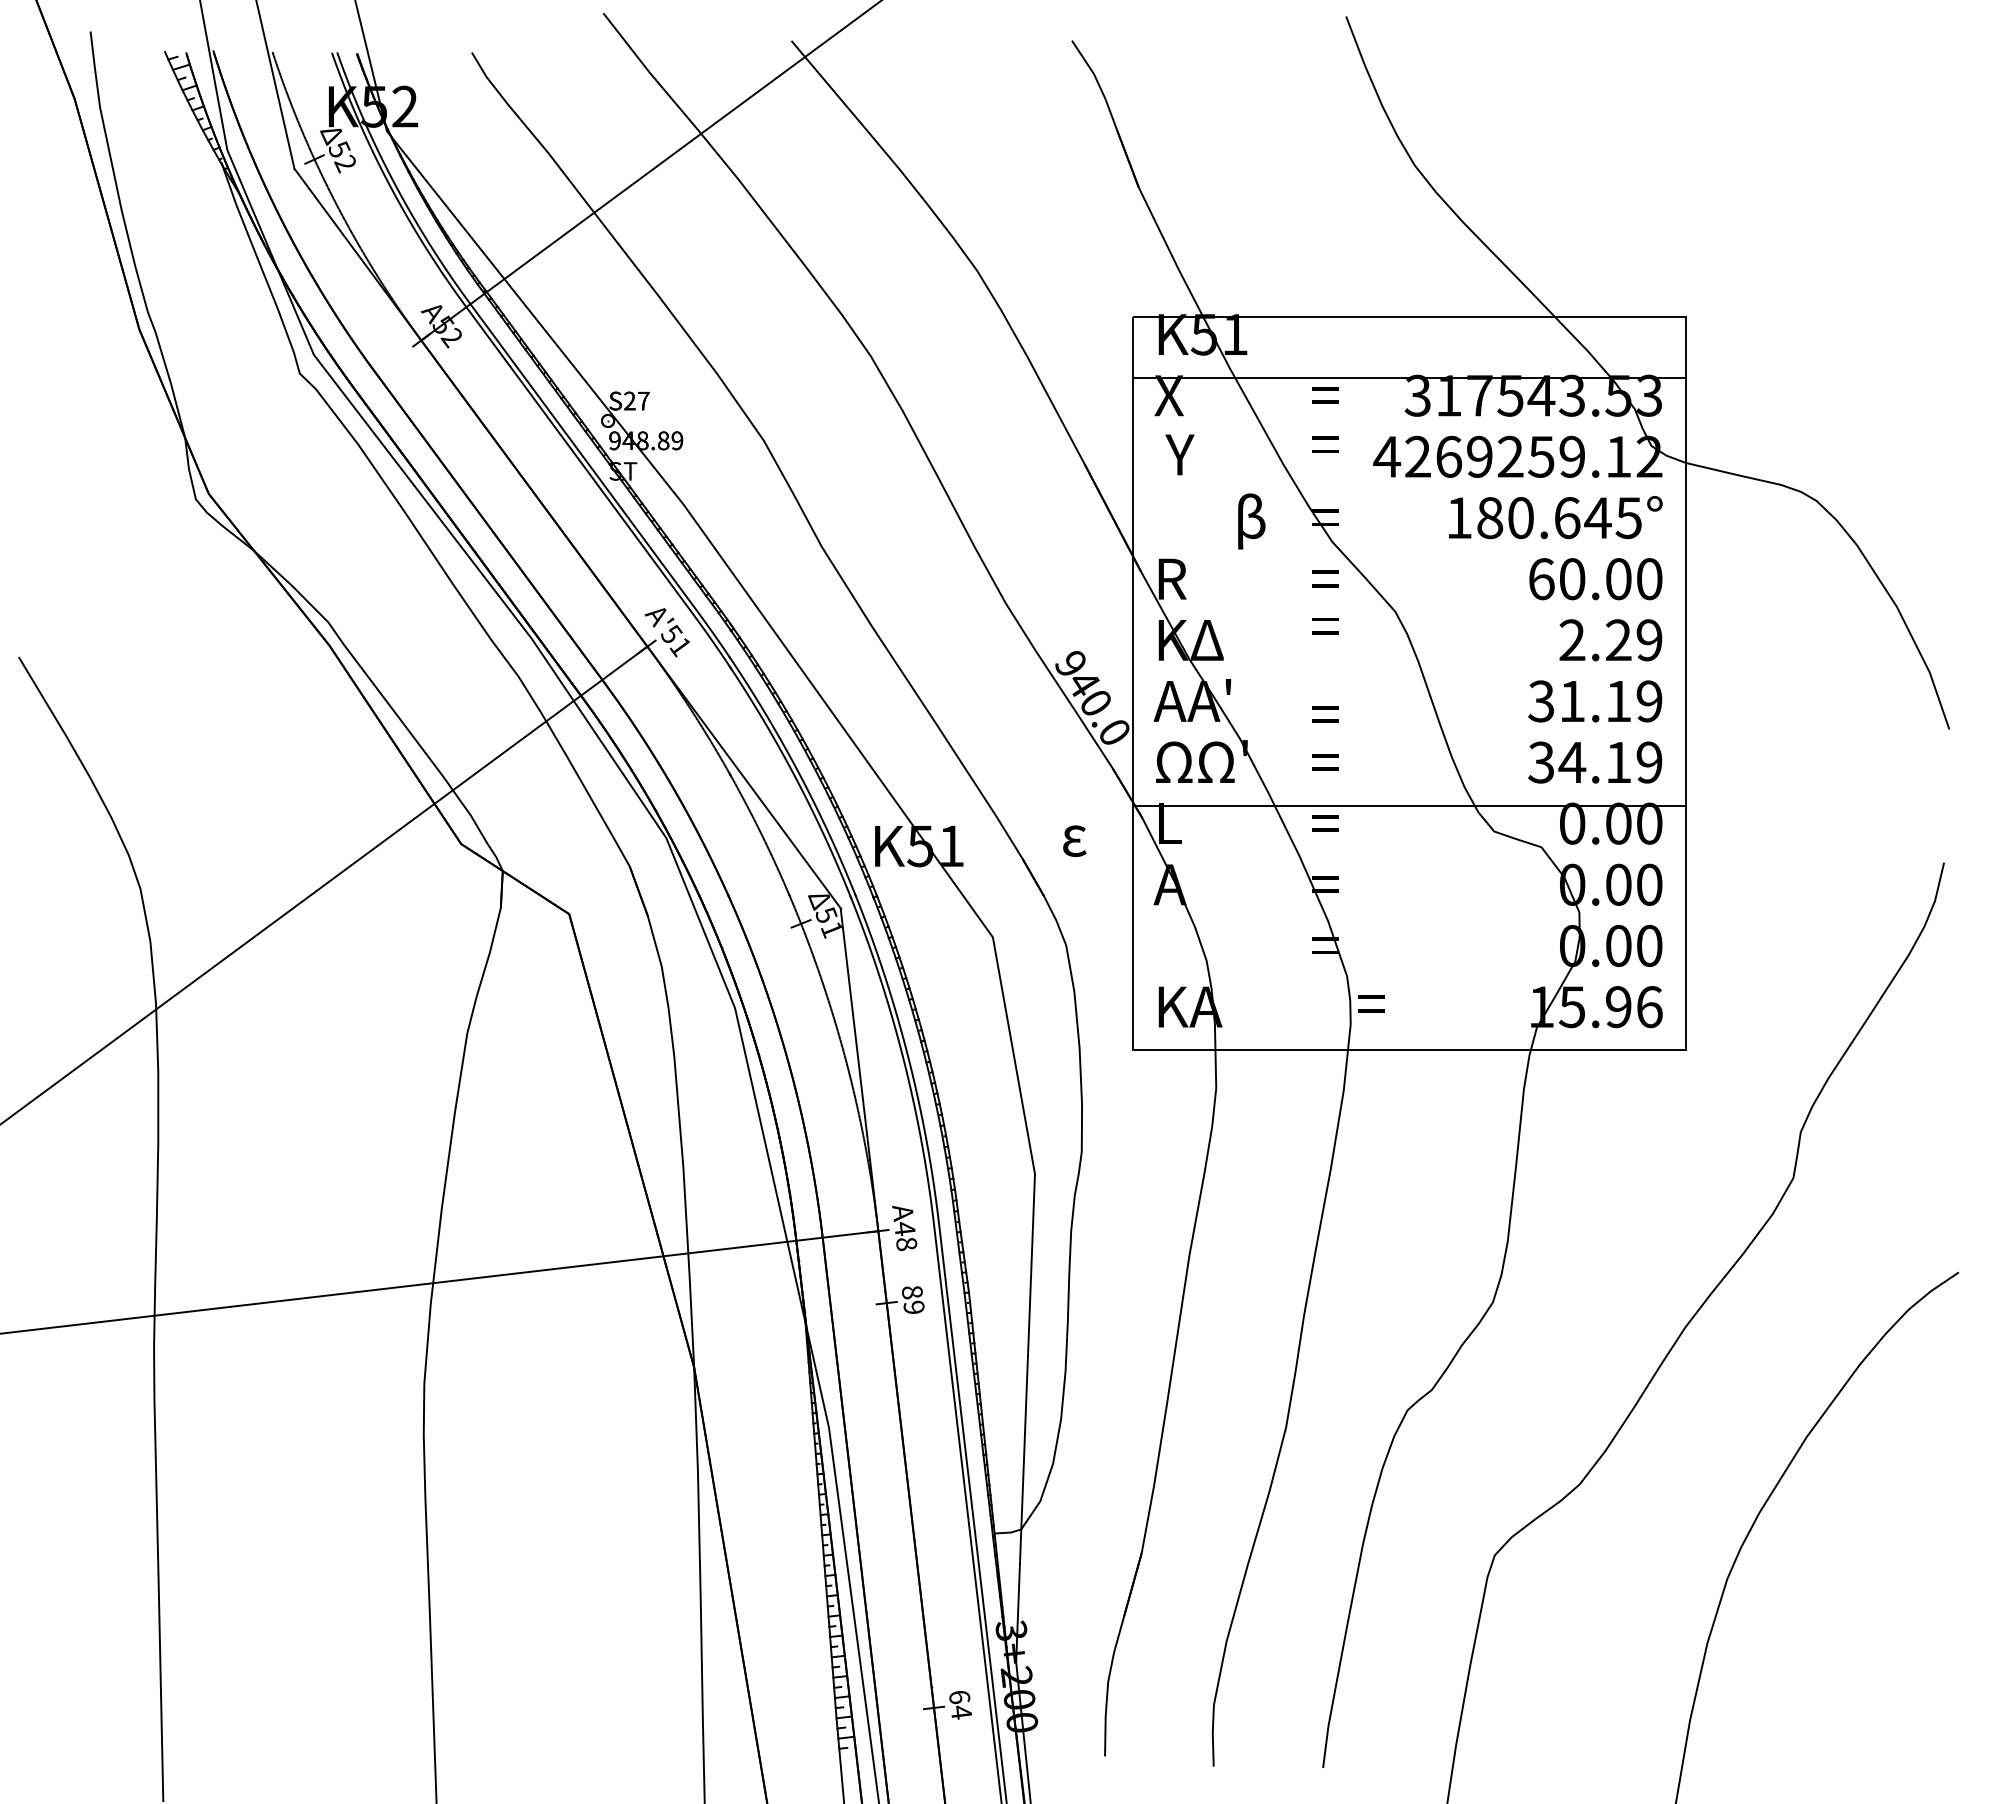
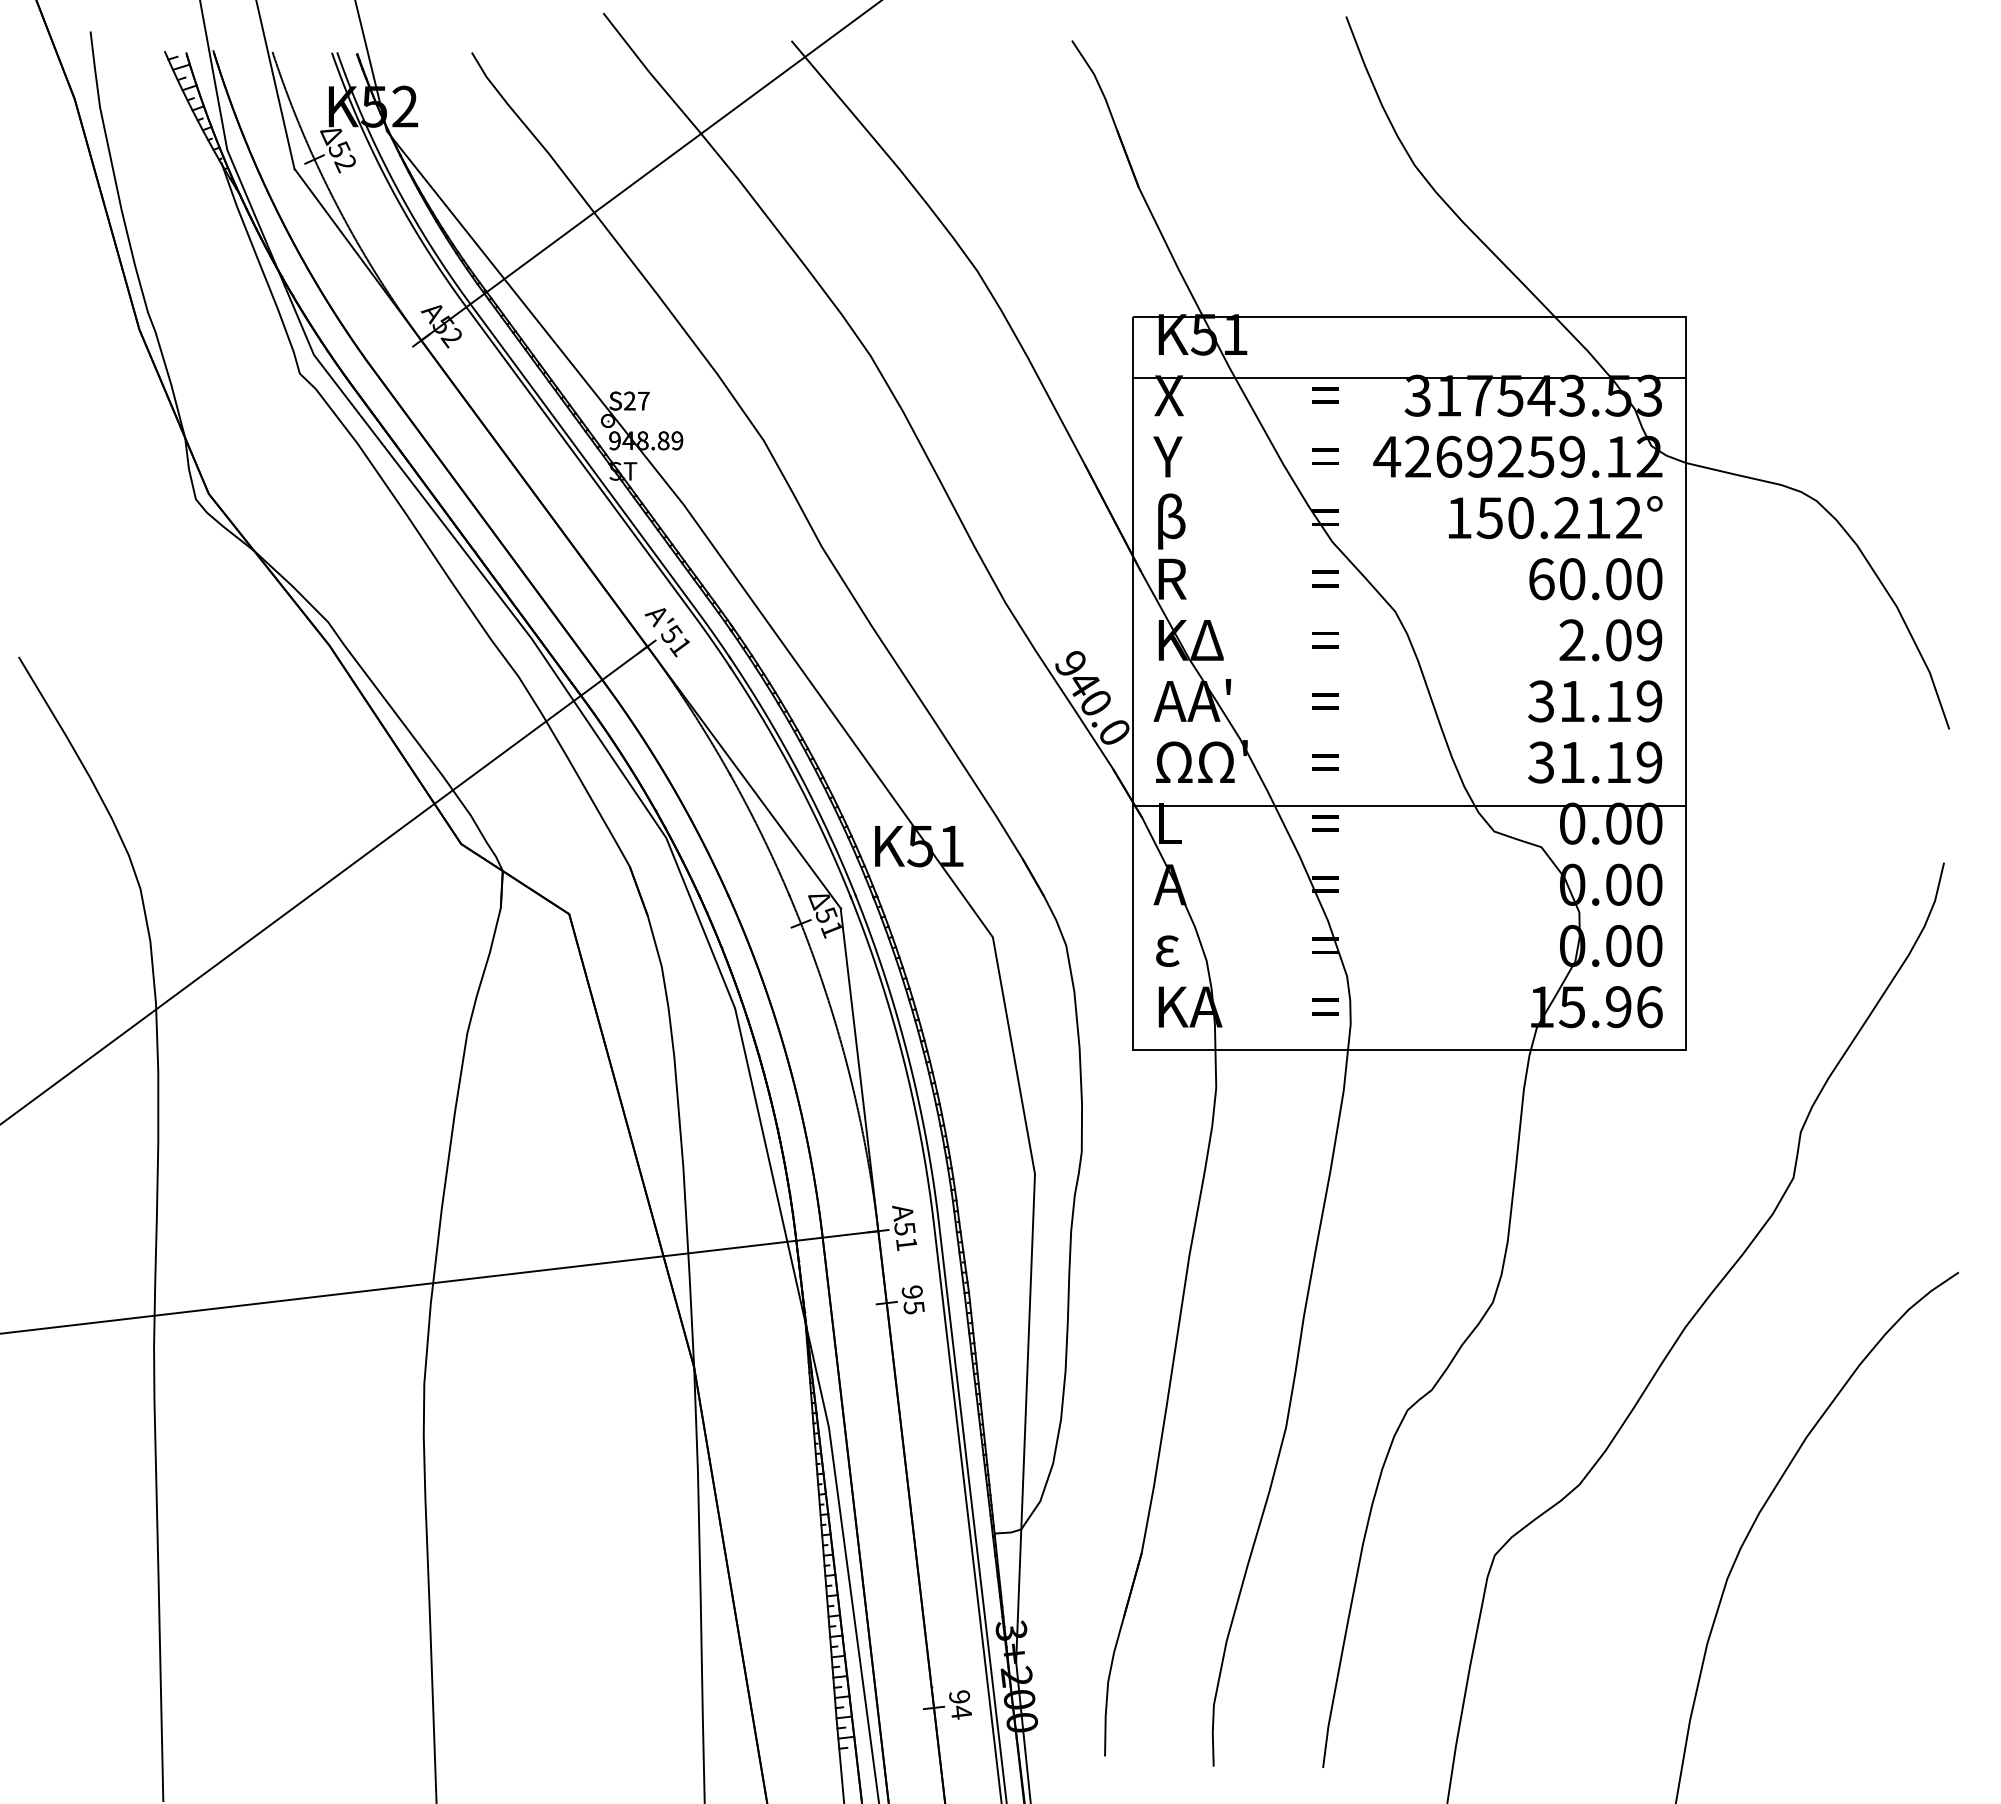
text at (1325, 444) position: (1325, 444) -> (1325, 456)
text at (1179, 454) position: (1179, 454) -> (1167, 456)
text at (1558, 518): 180.645° -> 150.212°
text at (1251, 521) position: (1251, 521) -> (1171, 521)
text at (1325, 626) position: (1325, 626) -> (1325, 640)
text at (1618, 640): 2.29 -> 2.09
text at (1325, 714) position: (1325, 714) -> (1325, 701)
text at (1572, 762): 34.19 -> 31.19
text at (1074, 840) position: (1074, 840) -> (1167, 950)
text at (1371, 1003) position: (1371, 1003) -> (1325, 1006)
text at (905, 1236): 48 -> 51
text at (912, 1299): 89 -> 95
text at (959, 1697): 64 -> 94
